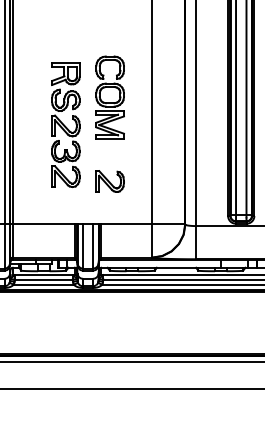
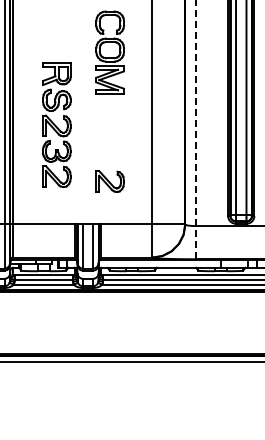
part at (109, 97) position: (109, 97) -> (109, 52)
part at (65, 125) position: (65, 125) -> (56, 125)
line at (196, 129): solid -> dashed
line at (131, 389): present -> none
